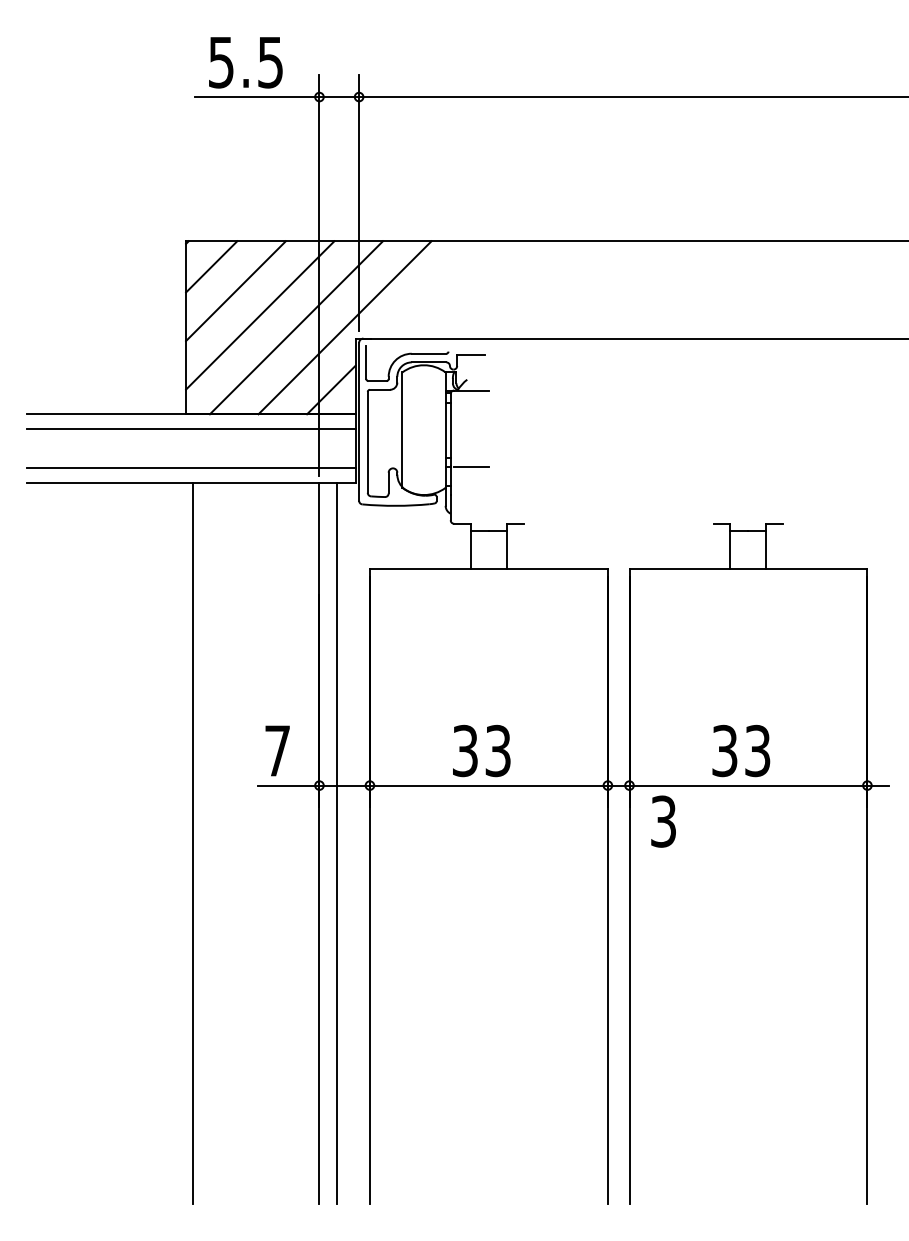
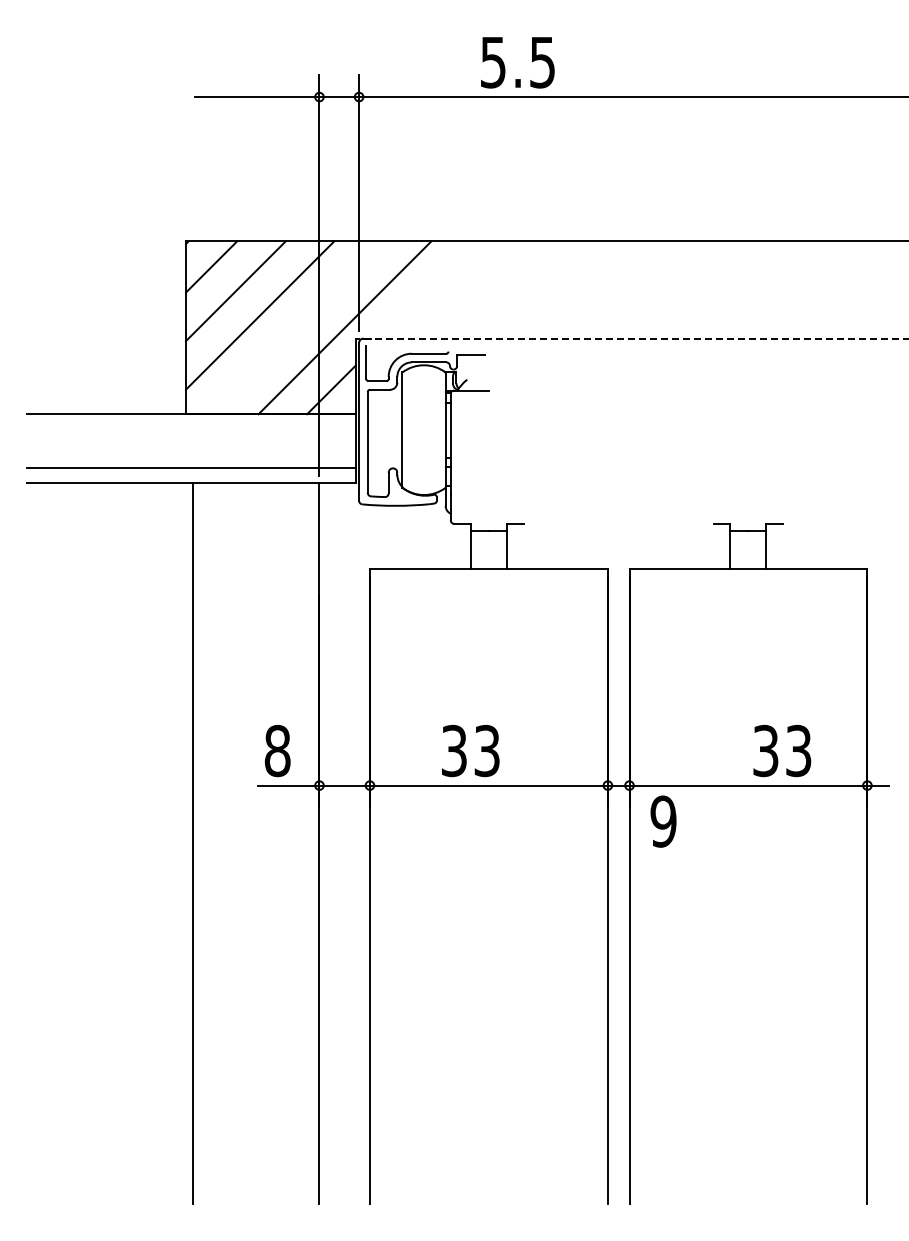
text at (245, 62) position: (245, 62) -> (517, 62)
line at (295, 327): present -> none
line at (631, 338): solid -> dashed
line at (191, 428): present -> none
line at (471, 467): present -> none
text at (277, 750): 7 -> 8
text at (481, 750) position: (481, 750) -> (470, 750)
text at (741, 750) position: (741, 750) -> (782, 750)
text at (663, 821): 3 -> 9
line at (336, 842): present -> none
